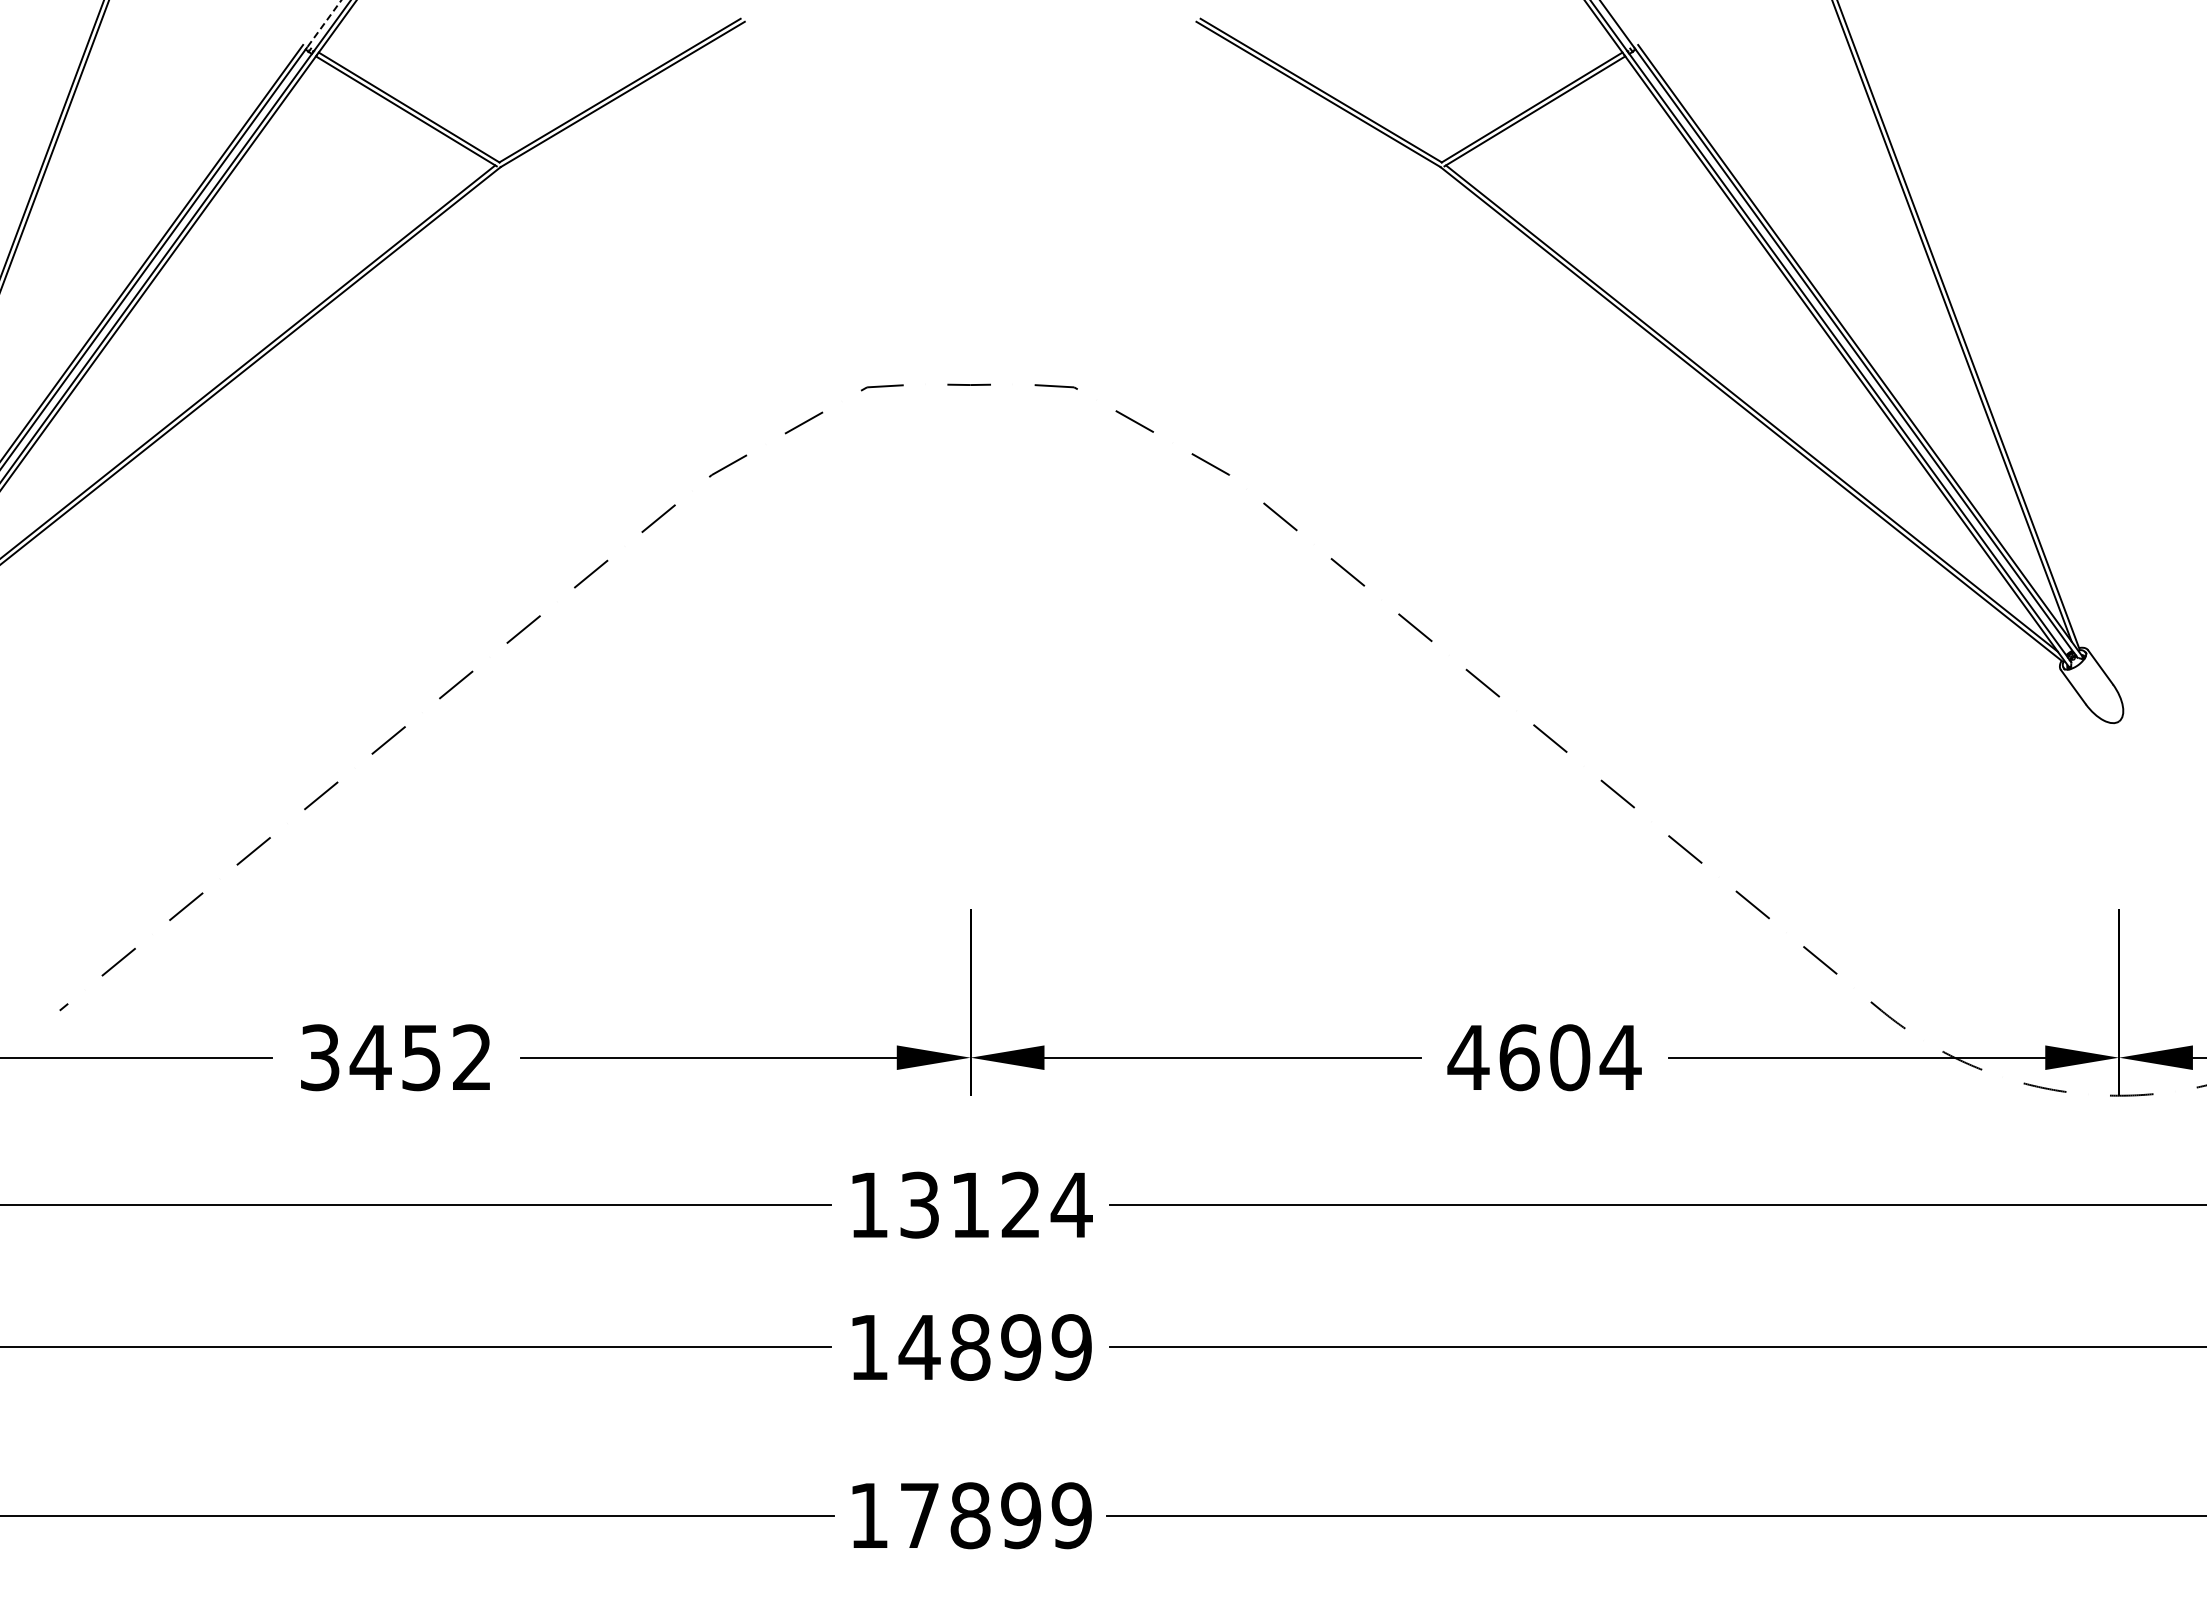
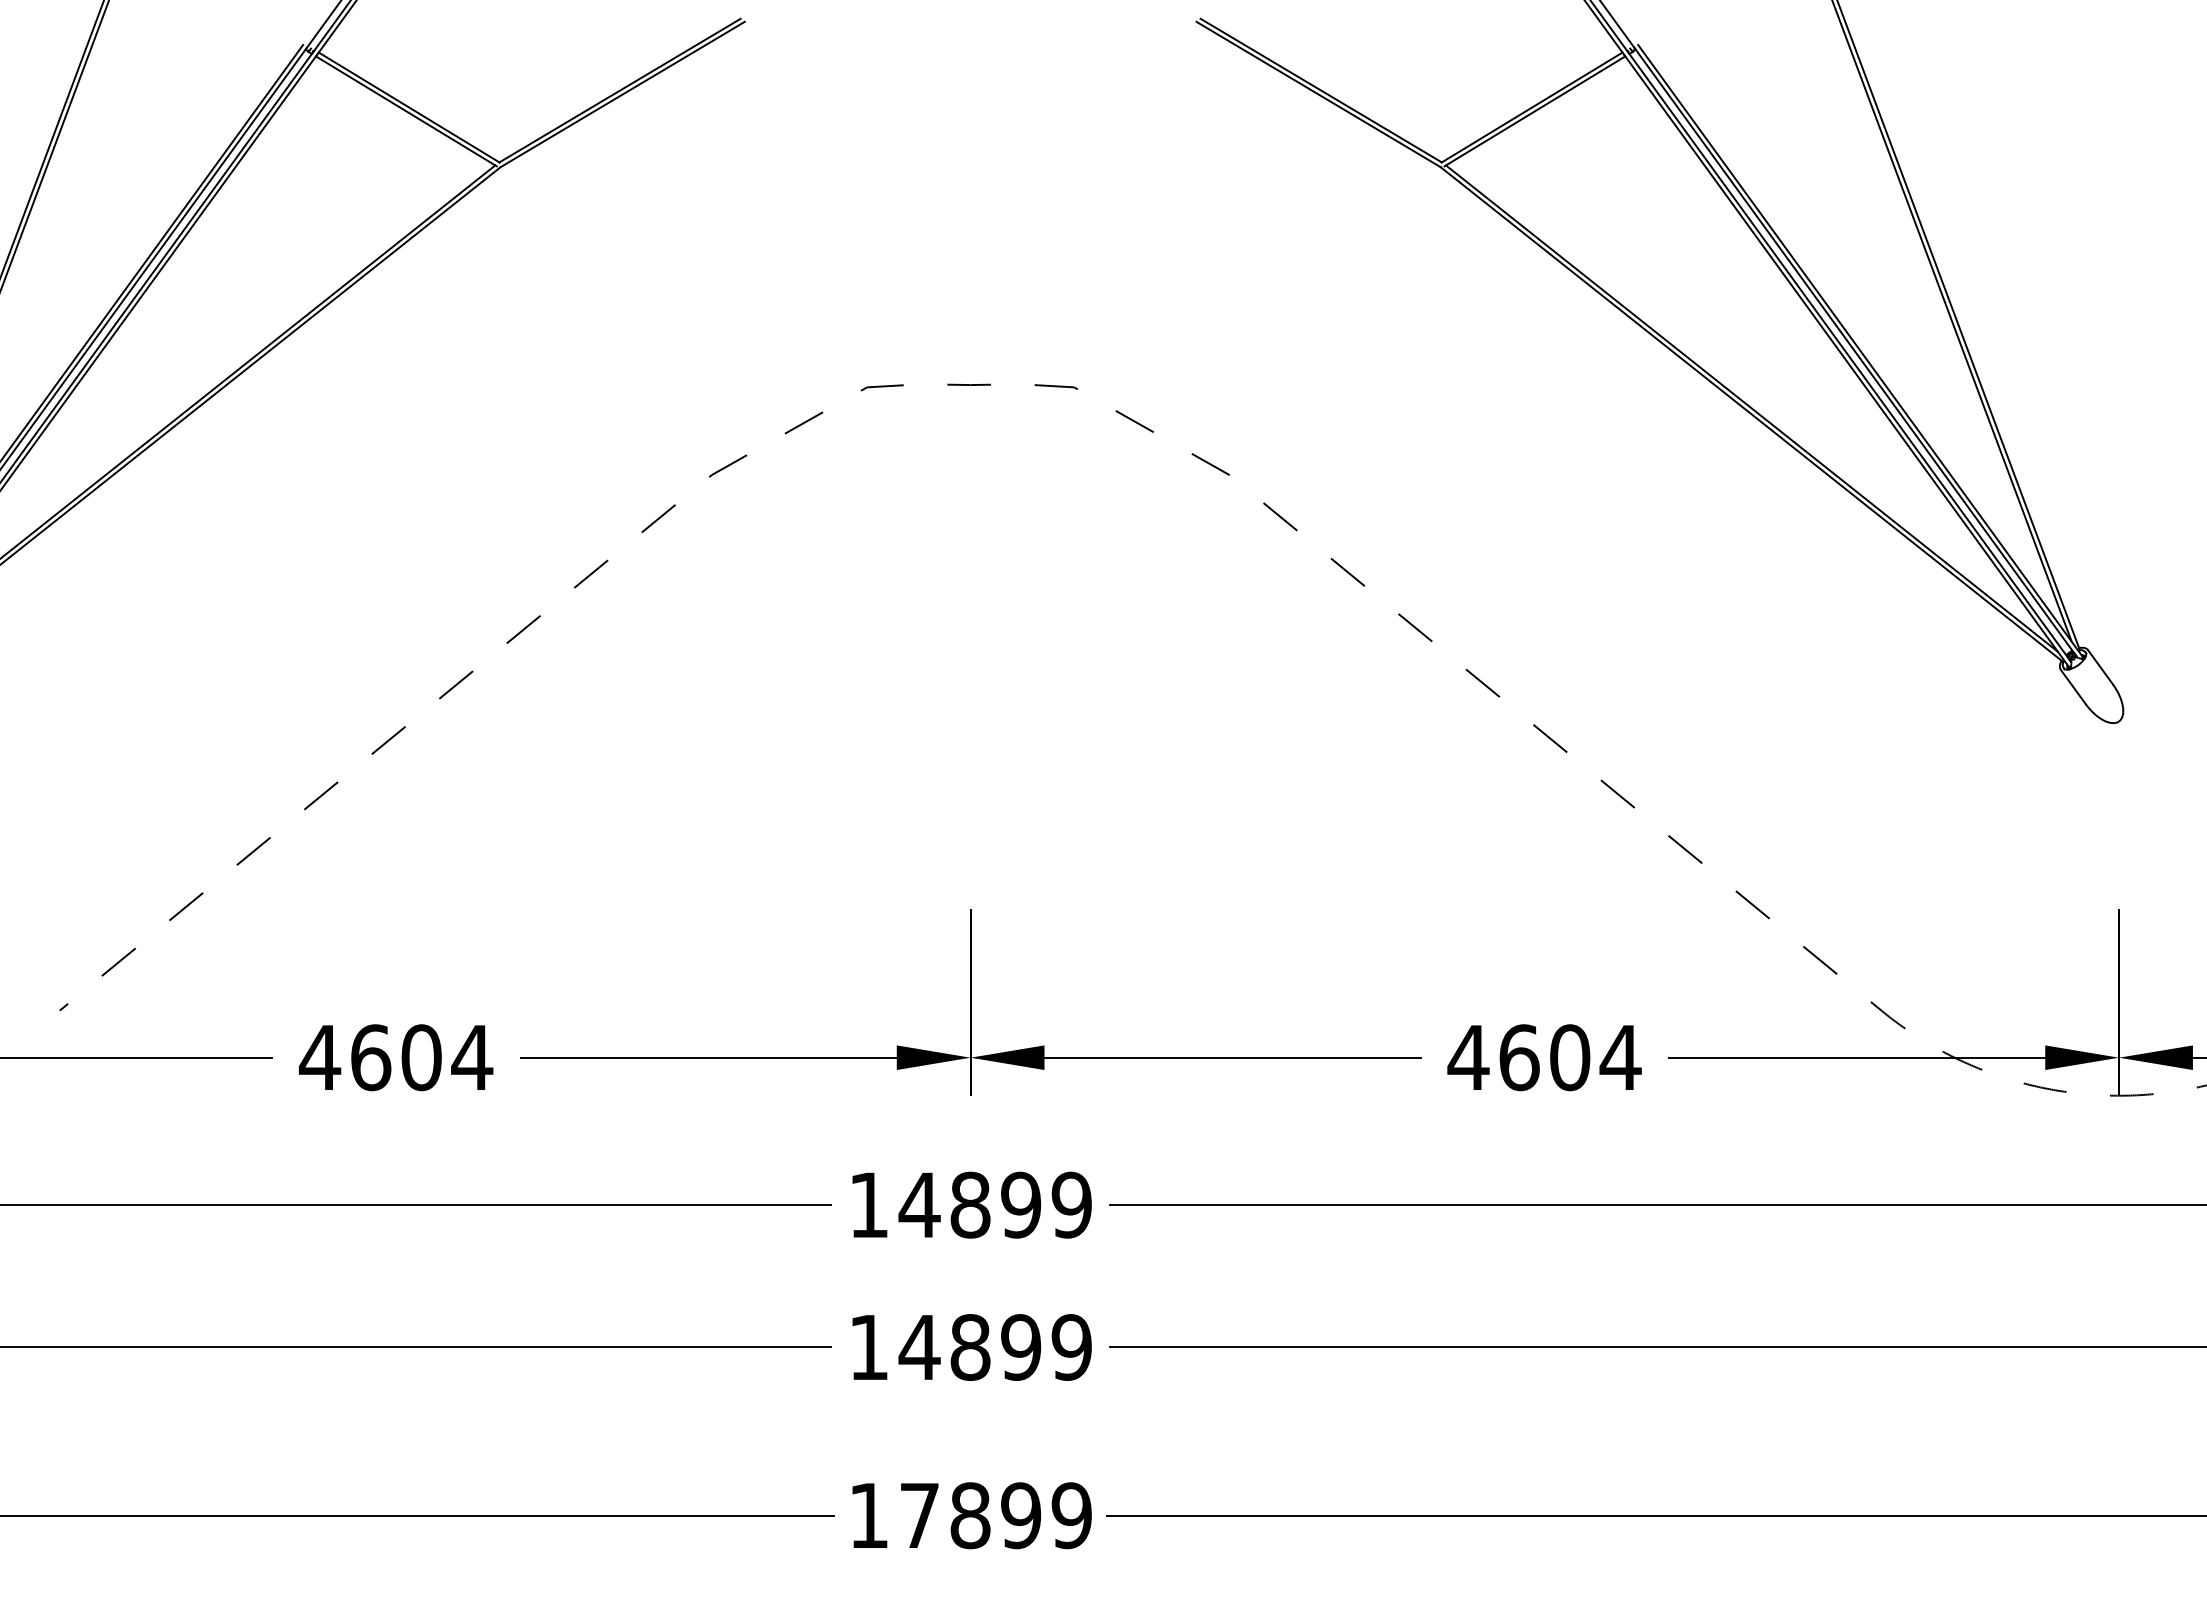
line at (323, 24): dashed -> solid
text at (395, 1057): 3452 -> 4604
text at (995, 1204): 13124 -> 14899
